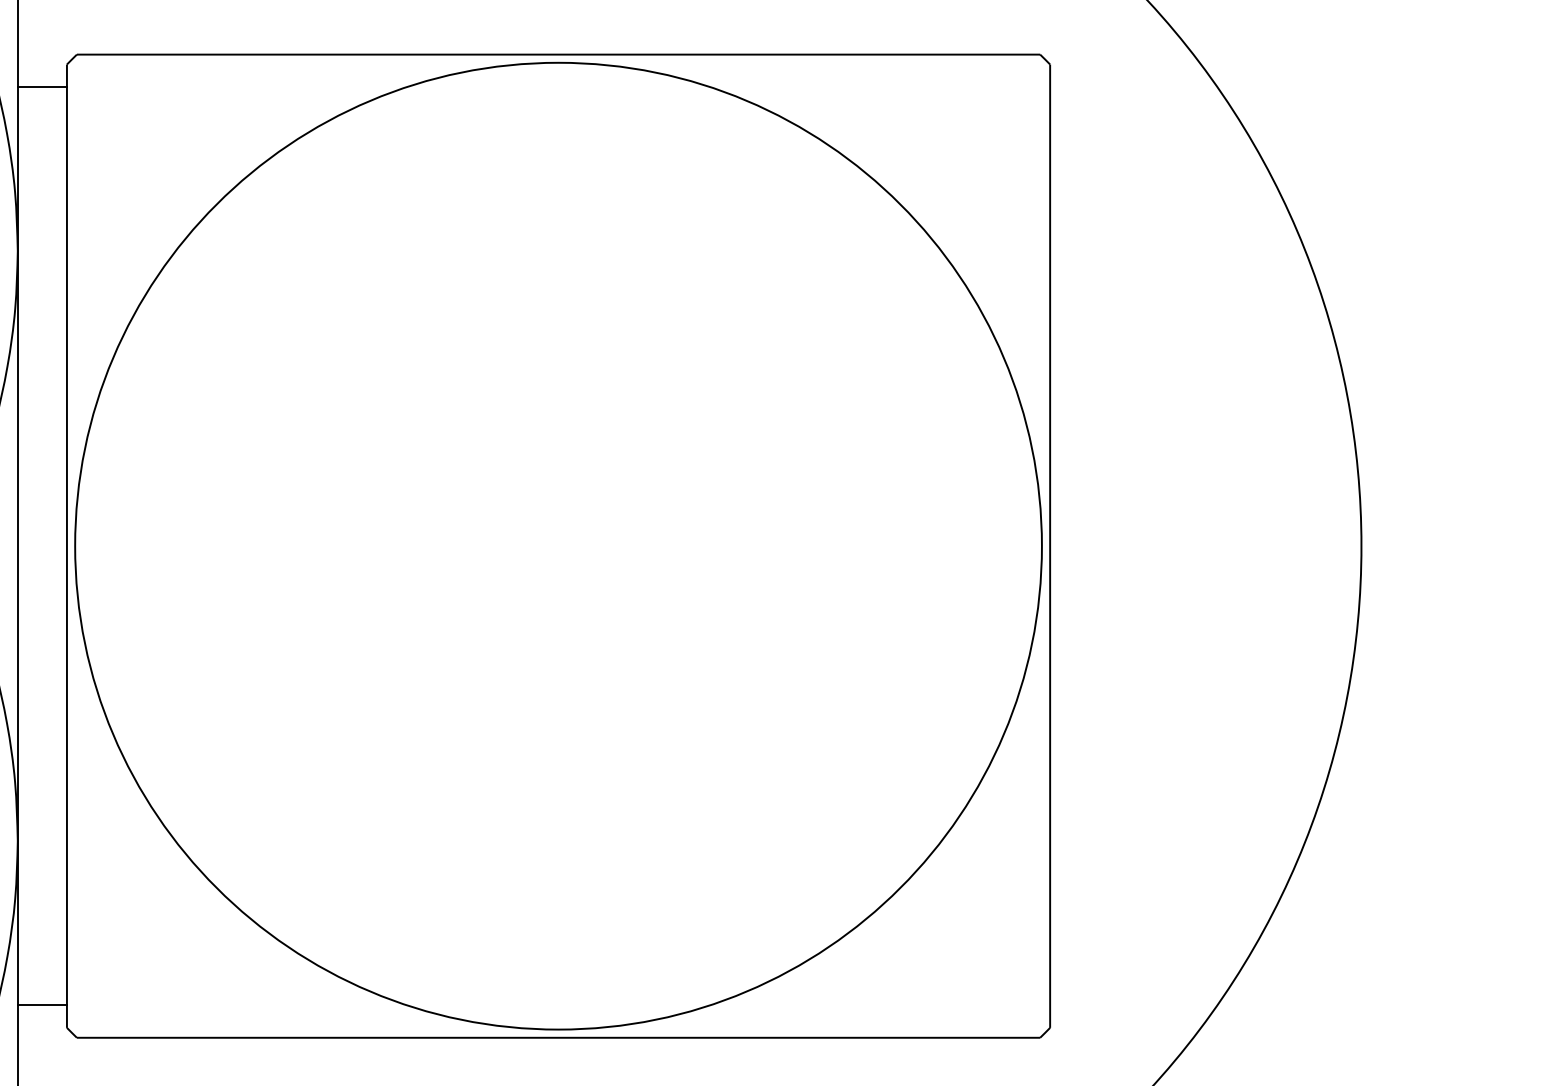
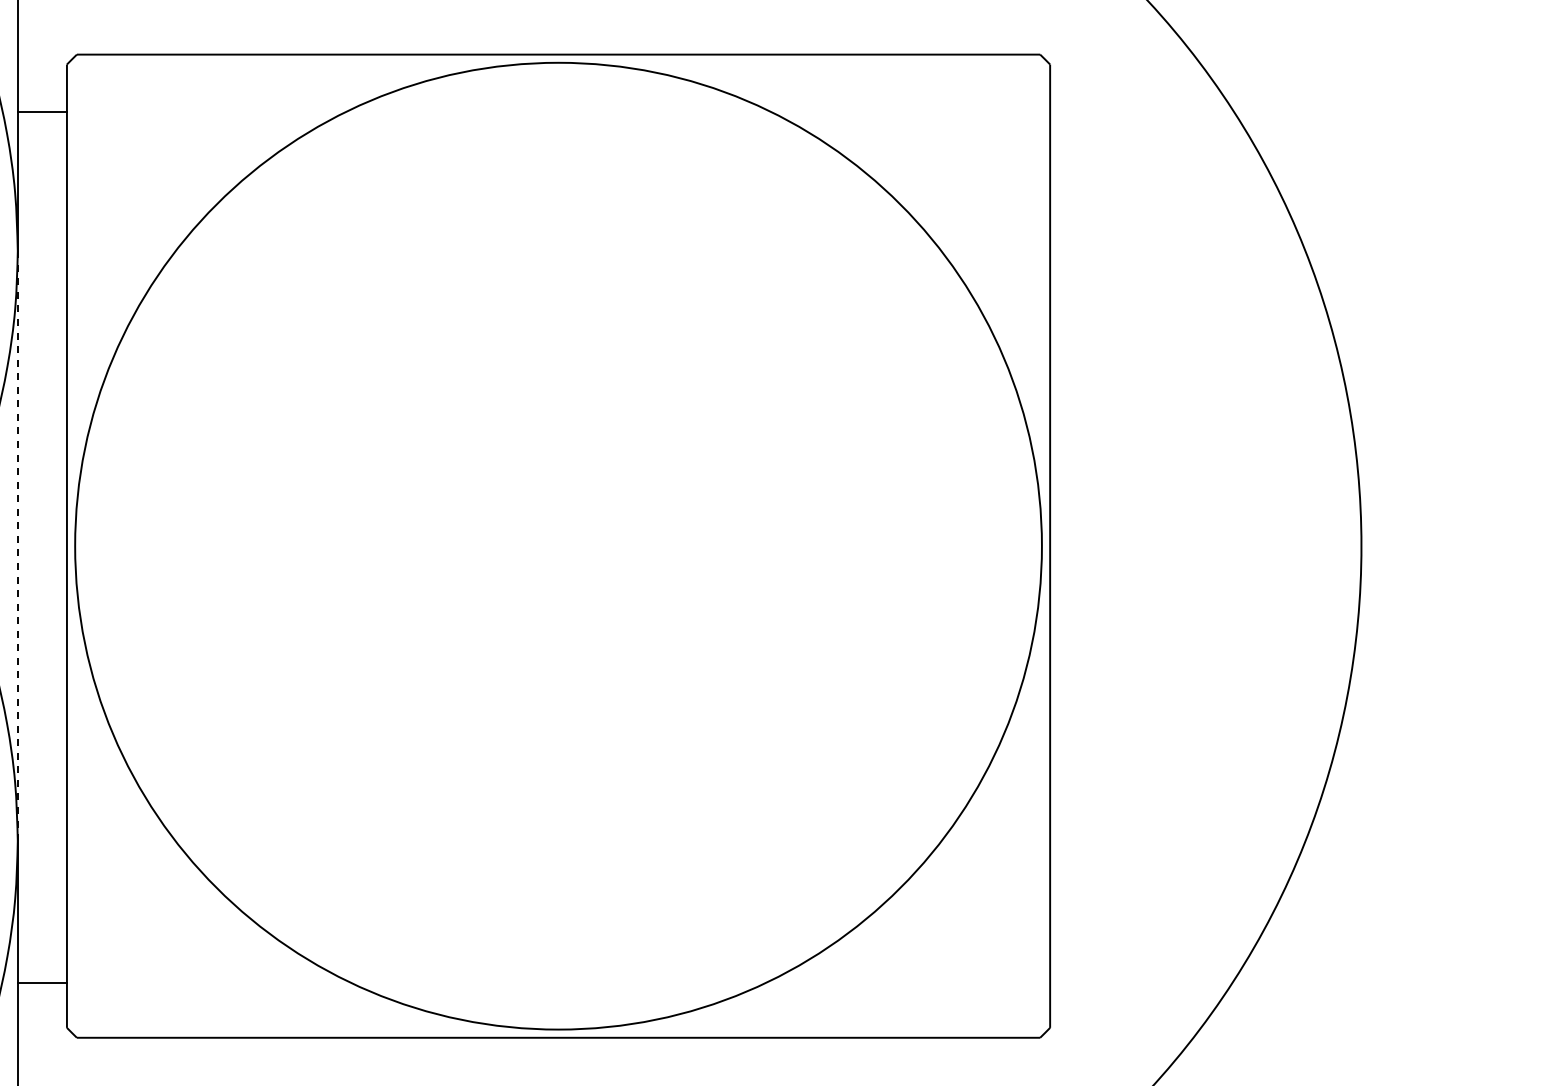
line at (41, 87) position: (41, 87) -> (41, 112)
line at (17, 546): solid -> dashed
line at (41, 1005) position: (41, 1005) -> (41, 983)
